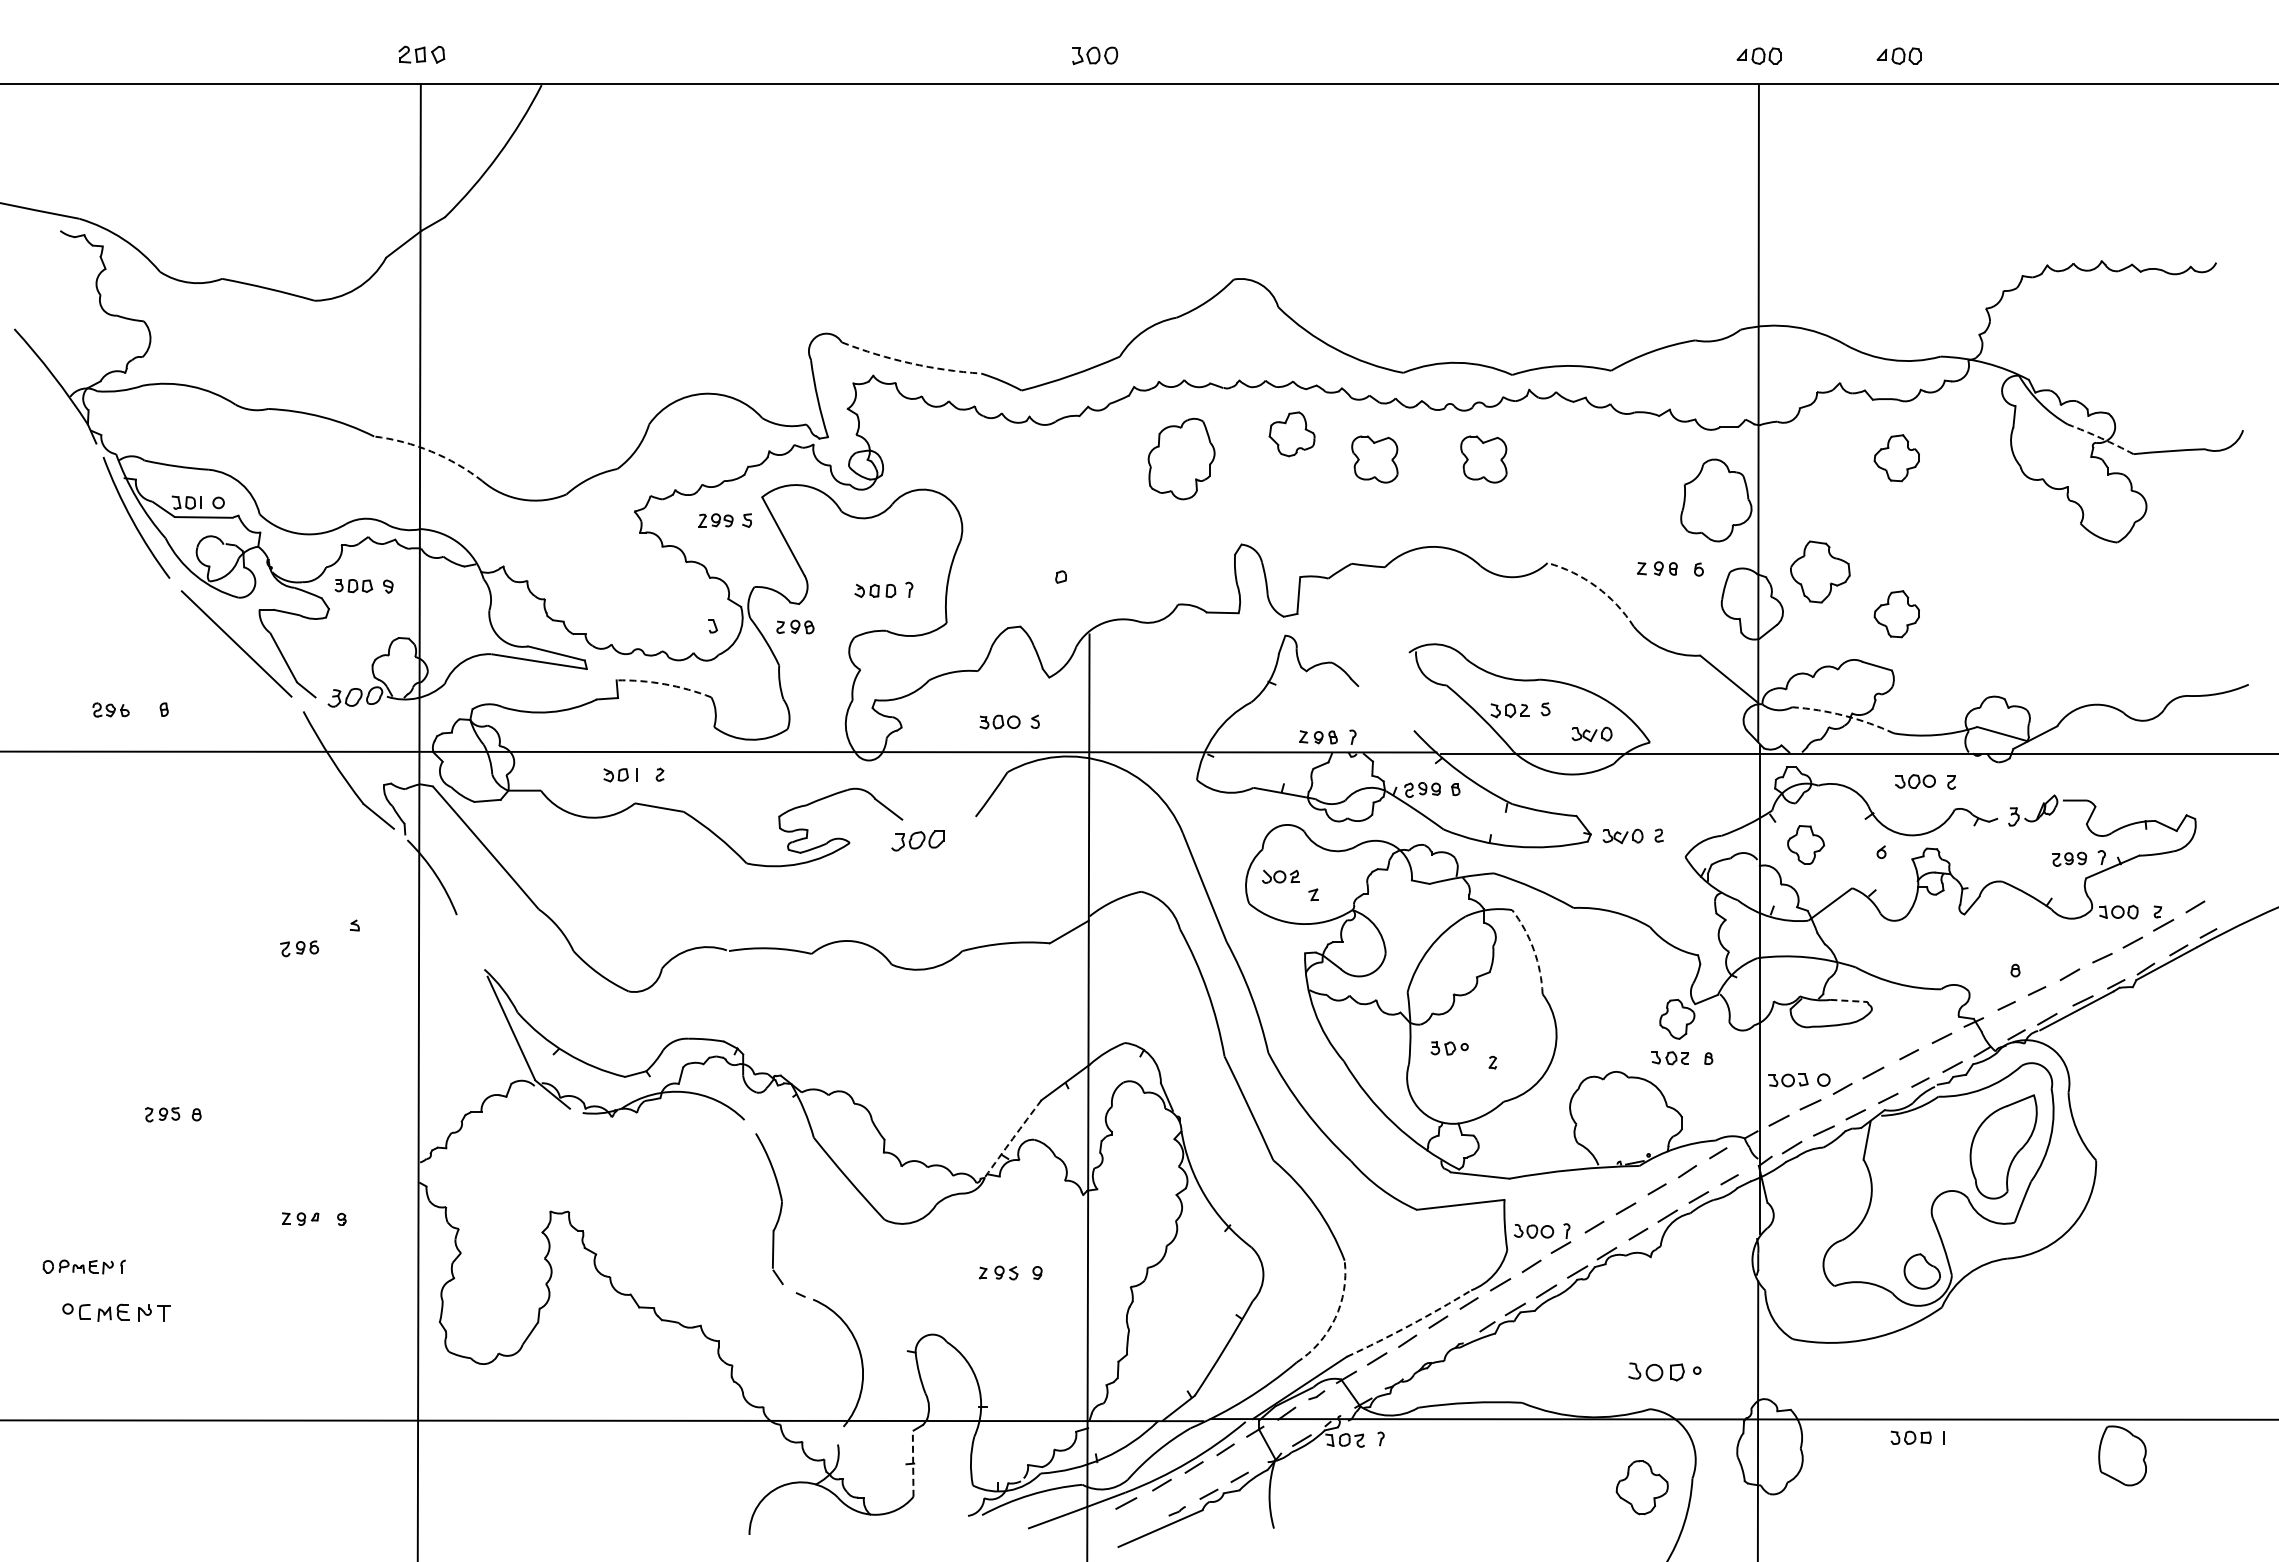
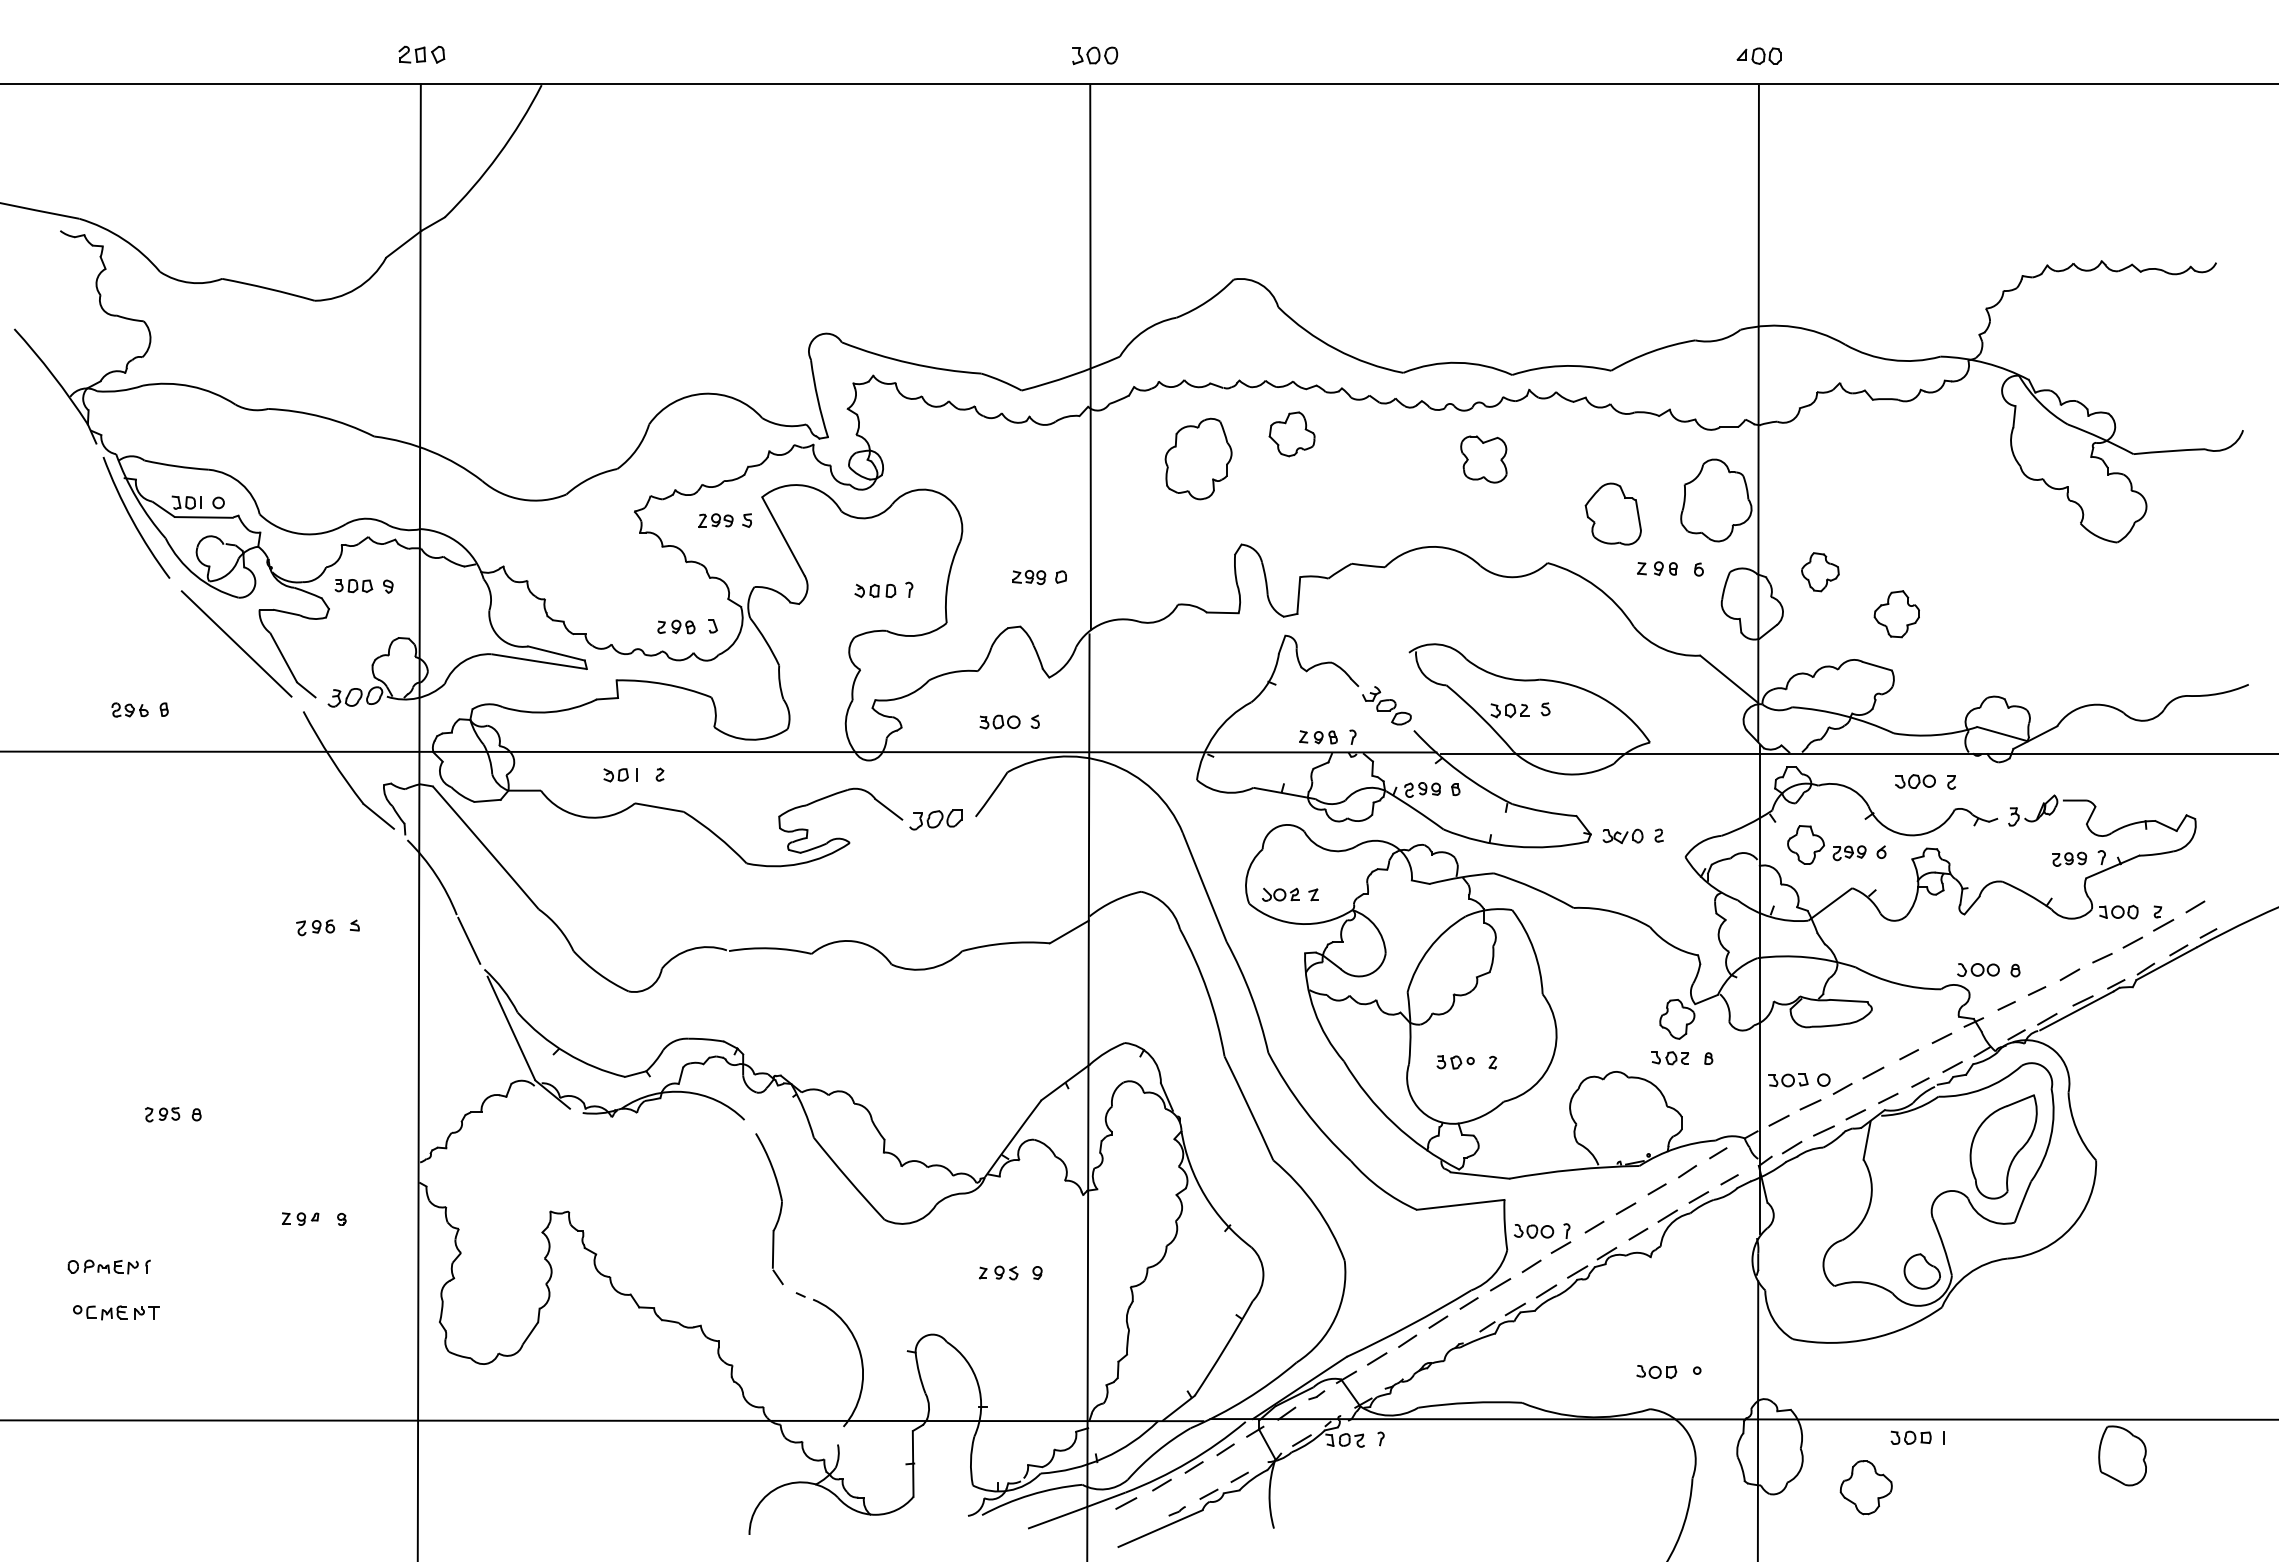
part at (1898, 55): present -> none
line at (1090, 357): none -> present
arc at (910, 363): dashed -> solid
arc at (2101, 438): dashed -> solid
arc at (431, 451): dashed -> solid
part at (1181, 458) position: (1181, 458) -> (1198, 458)
part at (1896, 458): present -> none
part at (1374, 459): present -> none
part at (1612, 513): none -> present
part at (1820, 571) size: 61x64 px -> 39x41 px
part at (1029, 577): none -> present
arc at (1596, 586): dashed -> solid
part at (795, 626) position: (795, 626) -> (676, 626)
arc at (664, 684): dashed -> solid
part at (1386, 705): none -> present
part at (110, 709) position: (110, 709) -> (129, 709)
arc at (1844, 715): dashed -> solid
part at (1591, 734): present -> none
part at (917, 840) position: (917, 840) -> (935, 819)
part at (1849, 853): none -> present
part at (1280, 876) position: (1280, 876) -> (1280, 894)
line at (469, 940): none -> present
part at (299, 948) position: (299, 948) -> (315, 927)
arc at (1533, 949): dashed -> solid
part at (1978, 969): none -> present
line at (1849, 1000): dashed -> solid
part at (1449, 1048) position: (1449, 1048) -> (1455, 1062)
arc at (1012, 1138): dashed -> solid
part at (83, 1266) position: (83, 1266) -> (108, 1266)
part at (116, 1312) size: 109x19 px -> 87x16 px
arc at (1335, 1318): dashed -> solid
arc at (1409, 1325): dashed -> solid
part at (1656, 1371) size: 57x20 px -> 42x14 px
line at (913, 1463): dashed -> solid
part at (1641, 1487) position: (1641, 1487) -> (1865, 1487)
